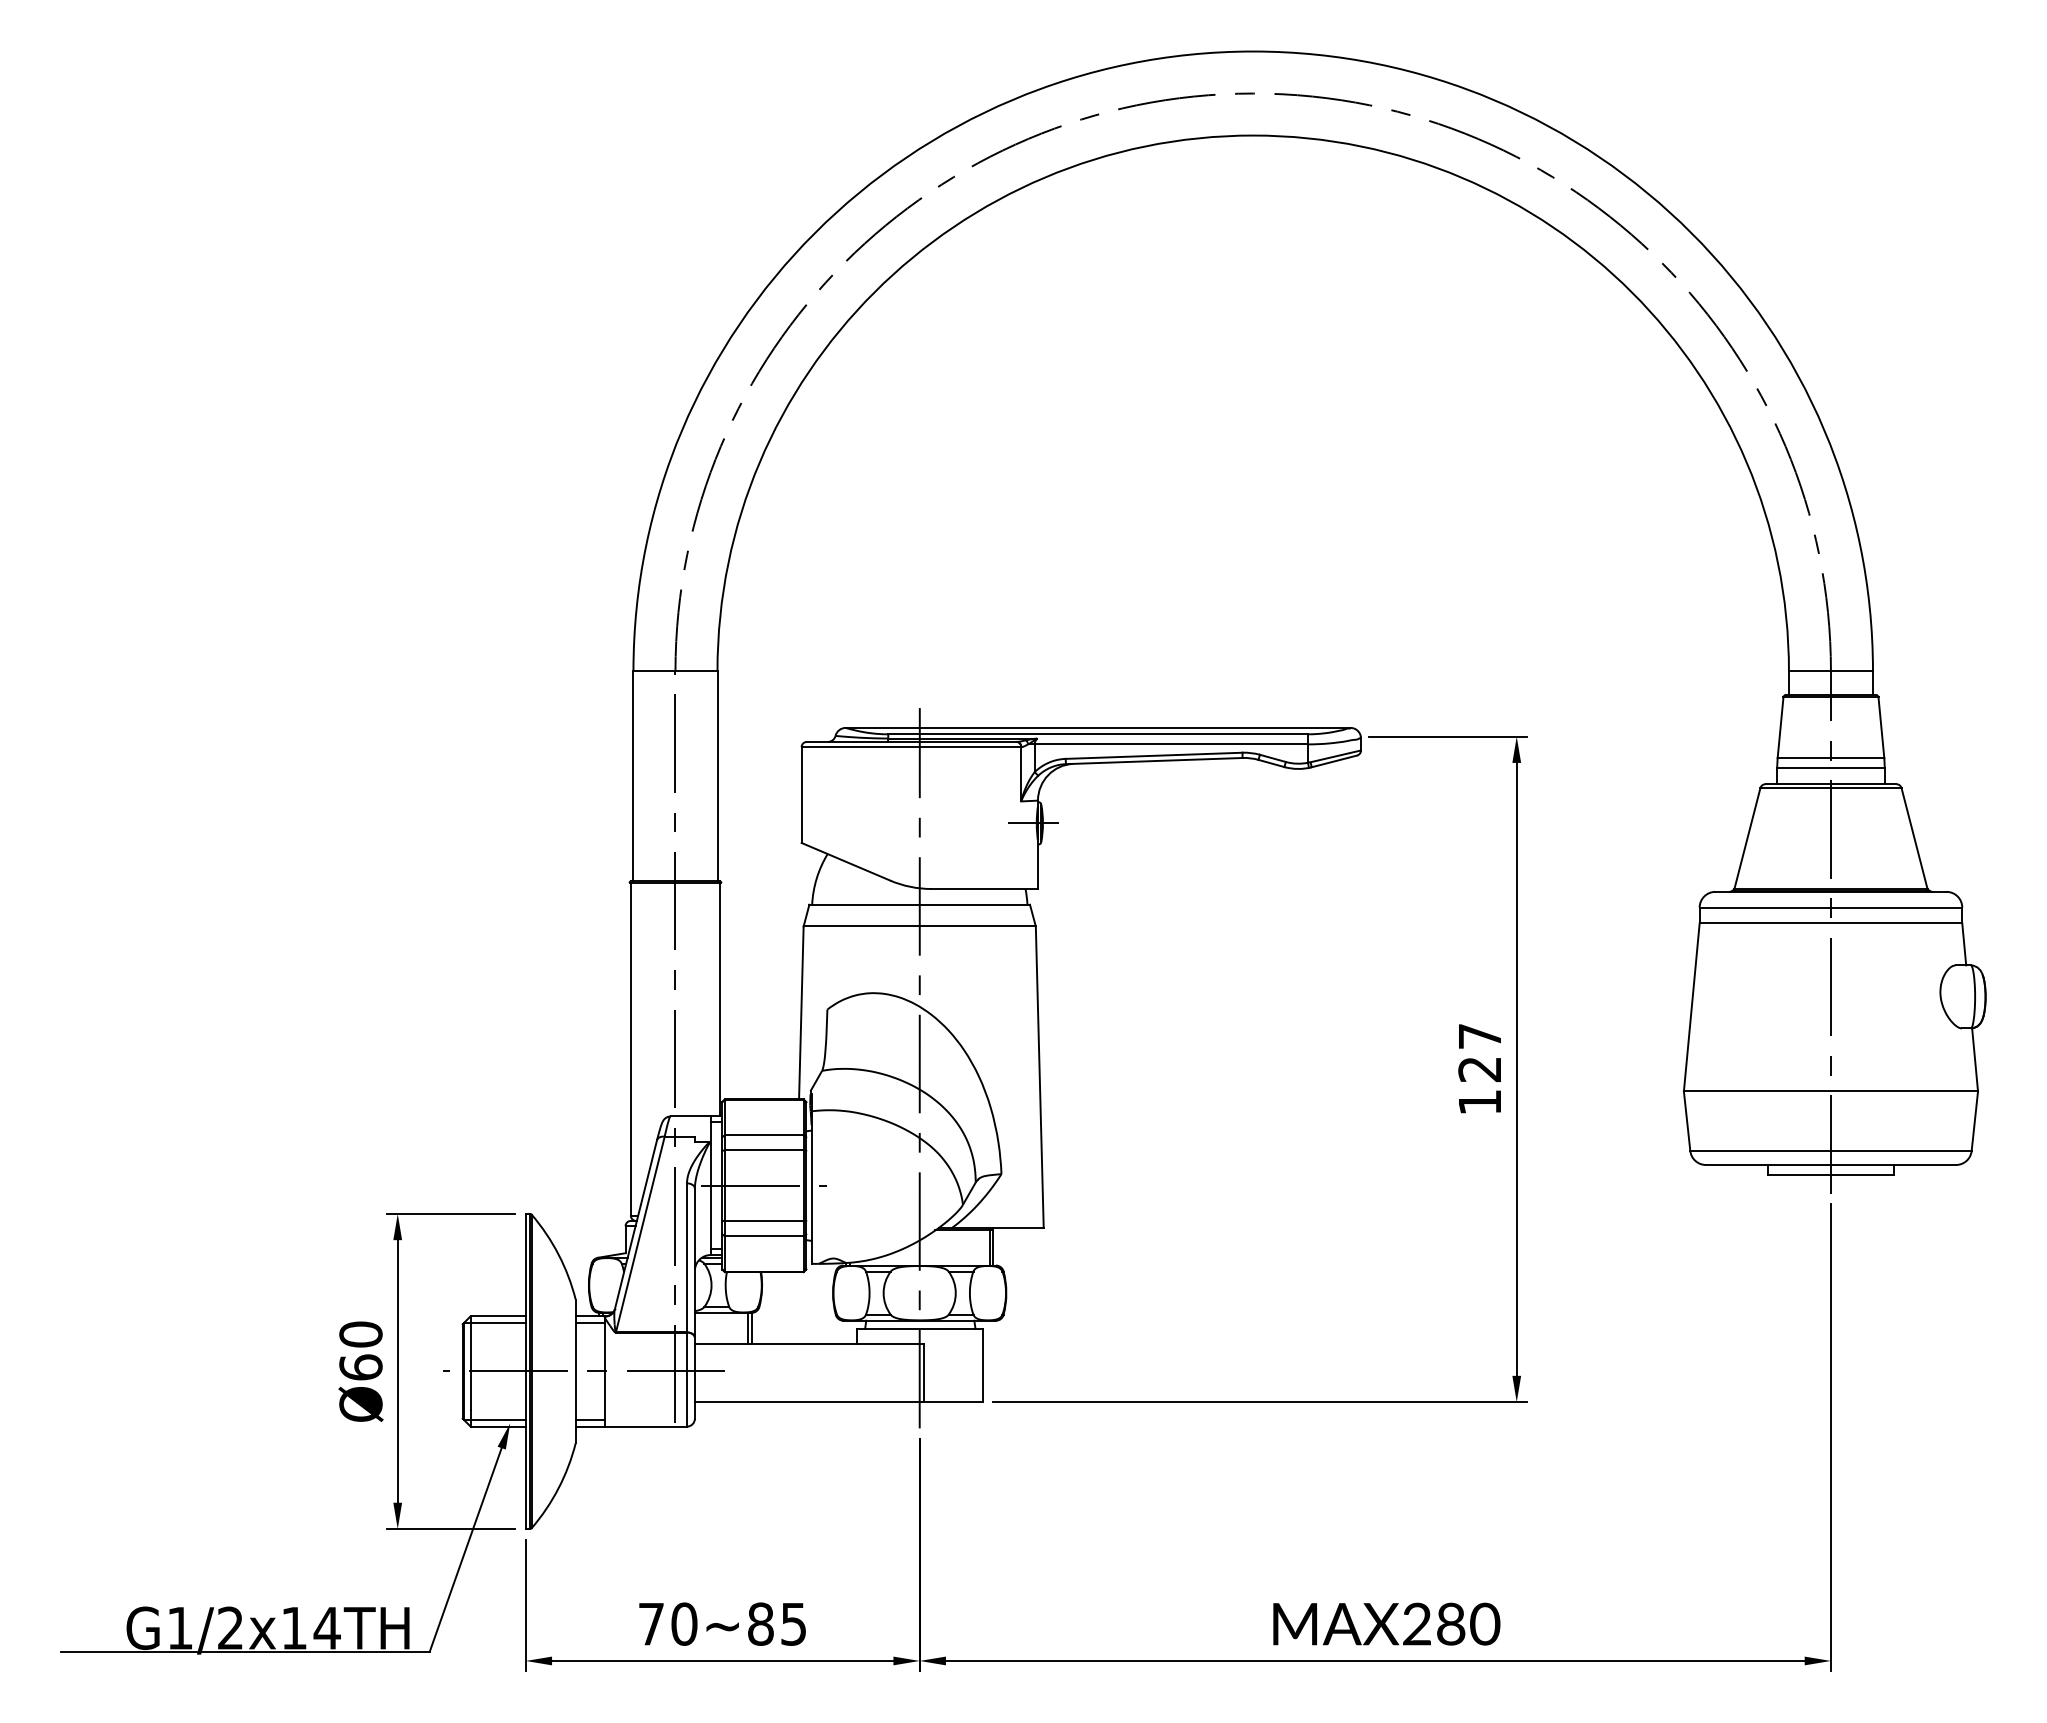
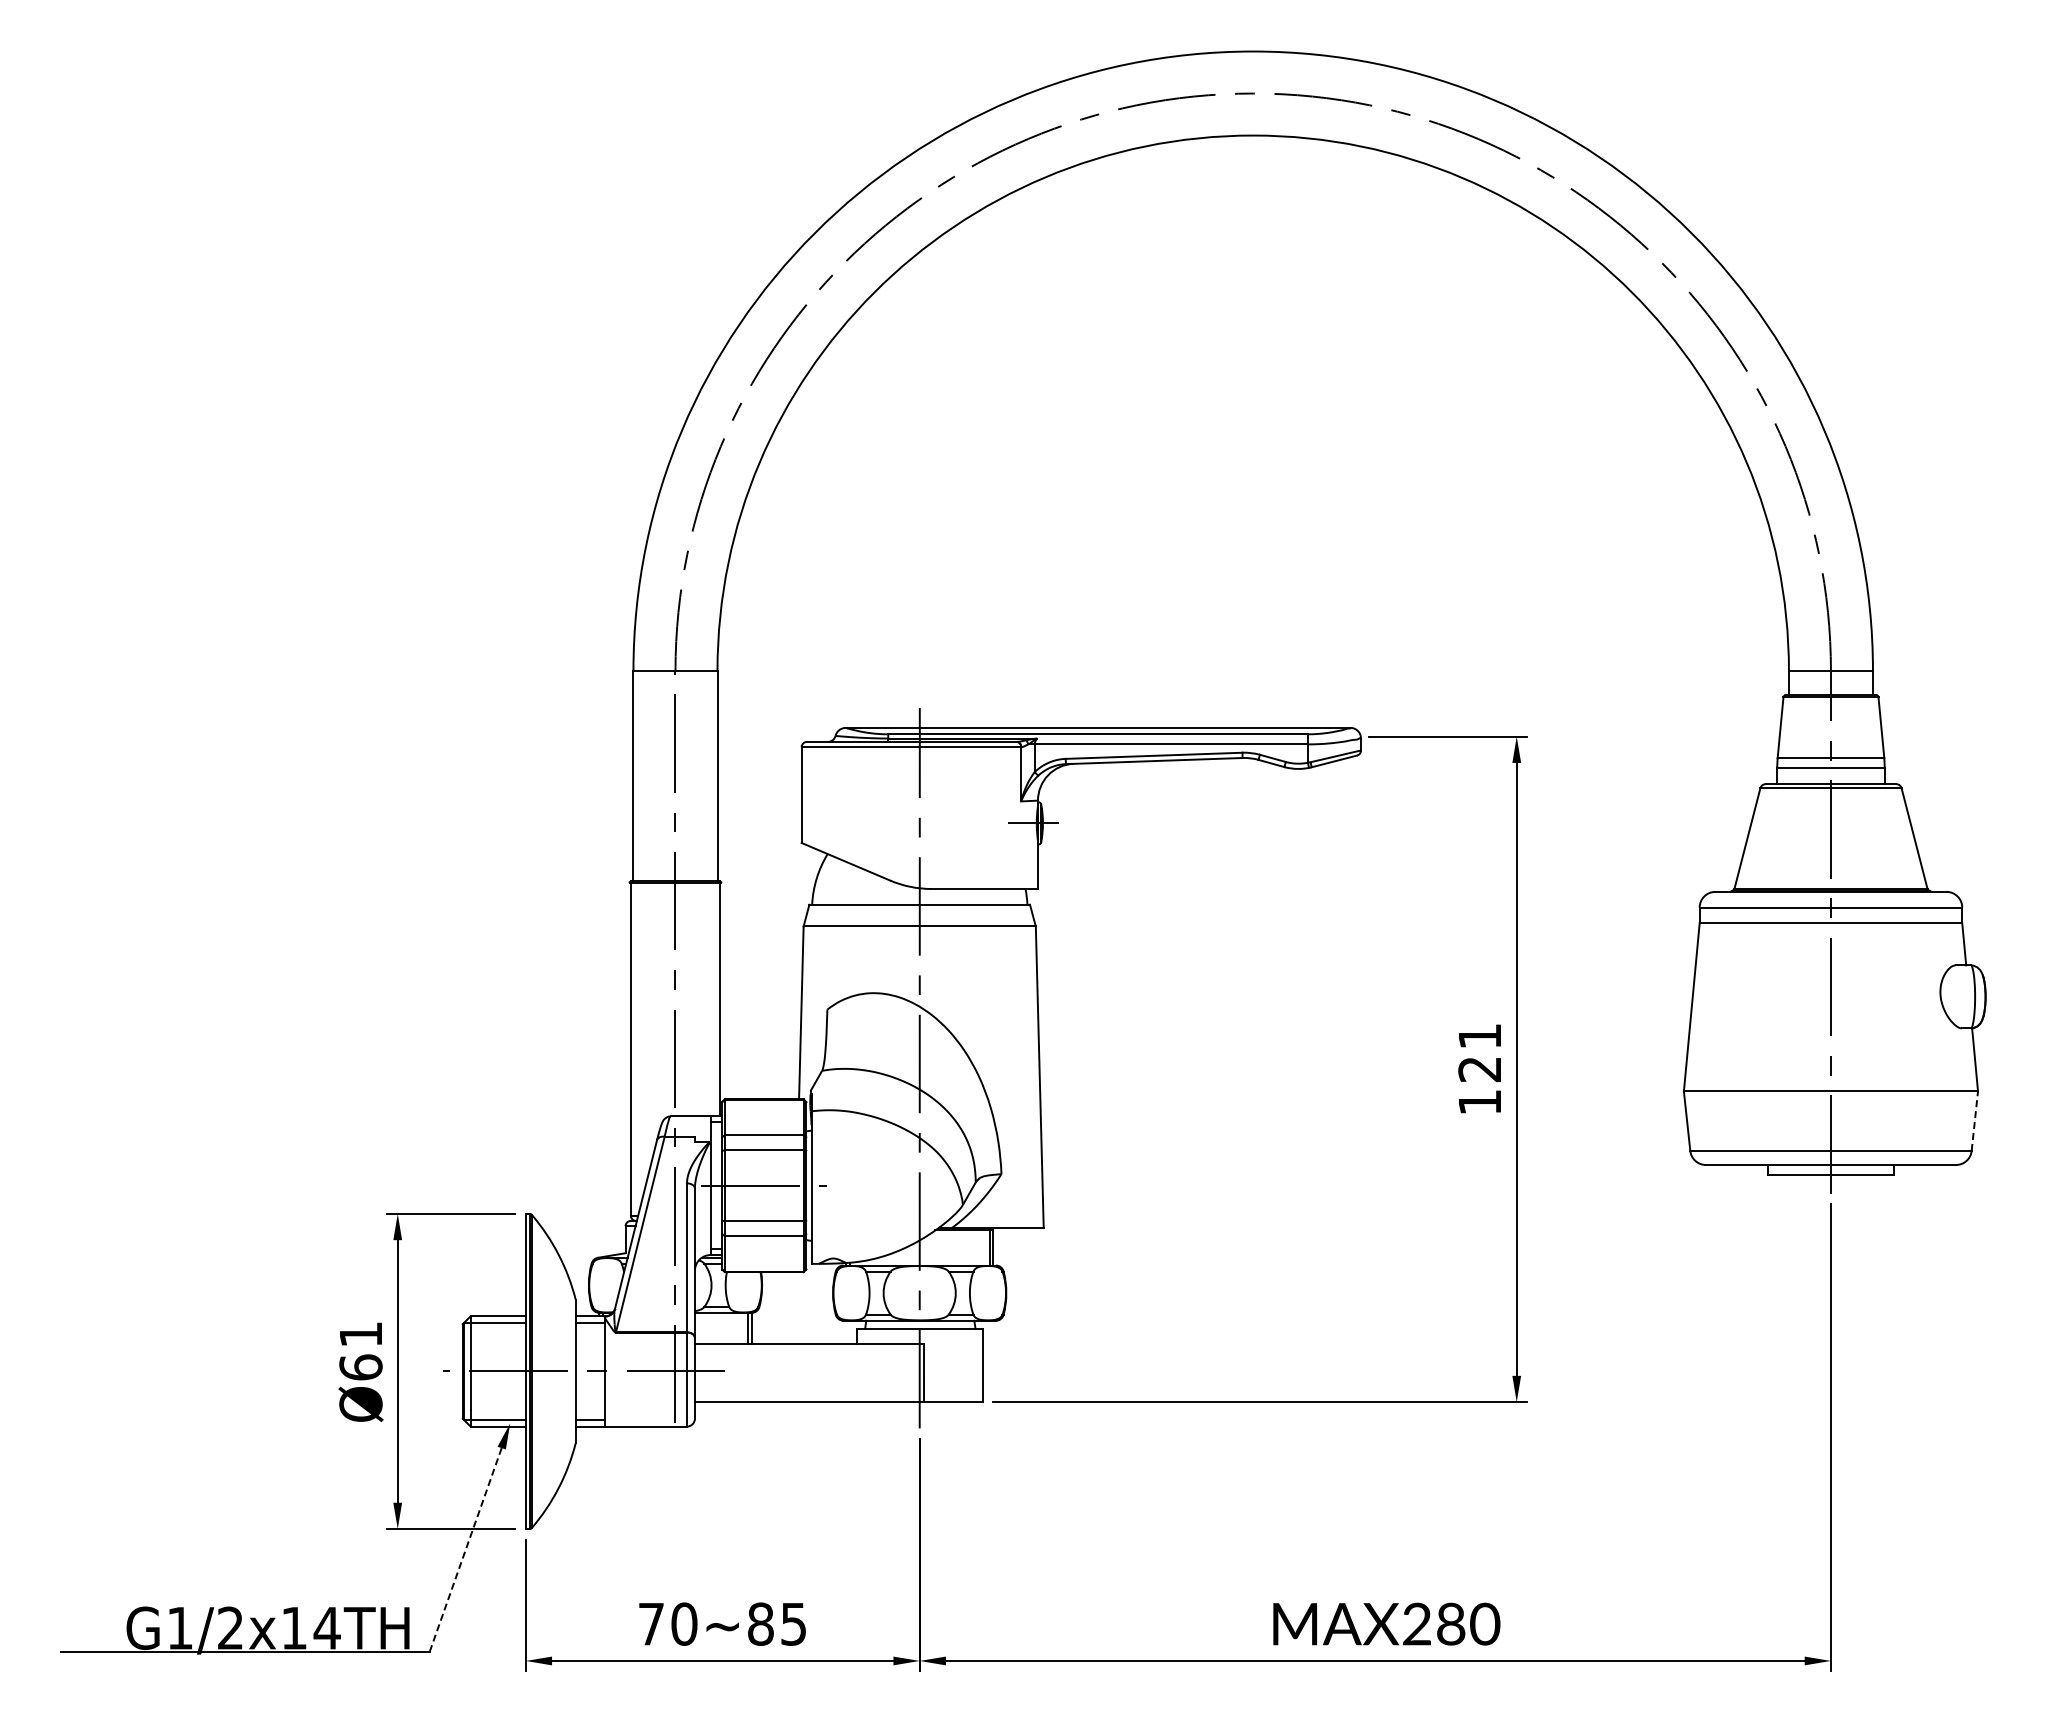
text at (1479, 1036): 127 -> 121
line at (1974, 1121): solid -> dashed
text at (360, 1334): Ø60 -> Ø61
line at (465, 1549): solid -> dashed
